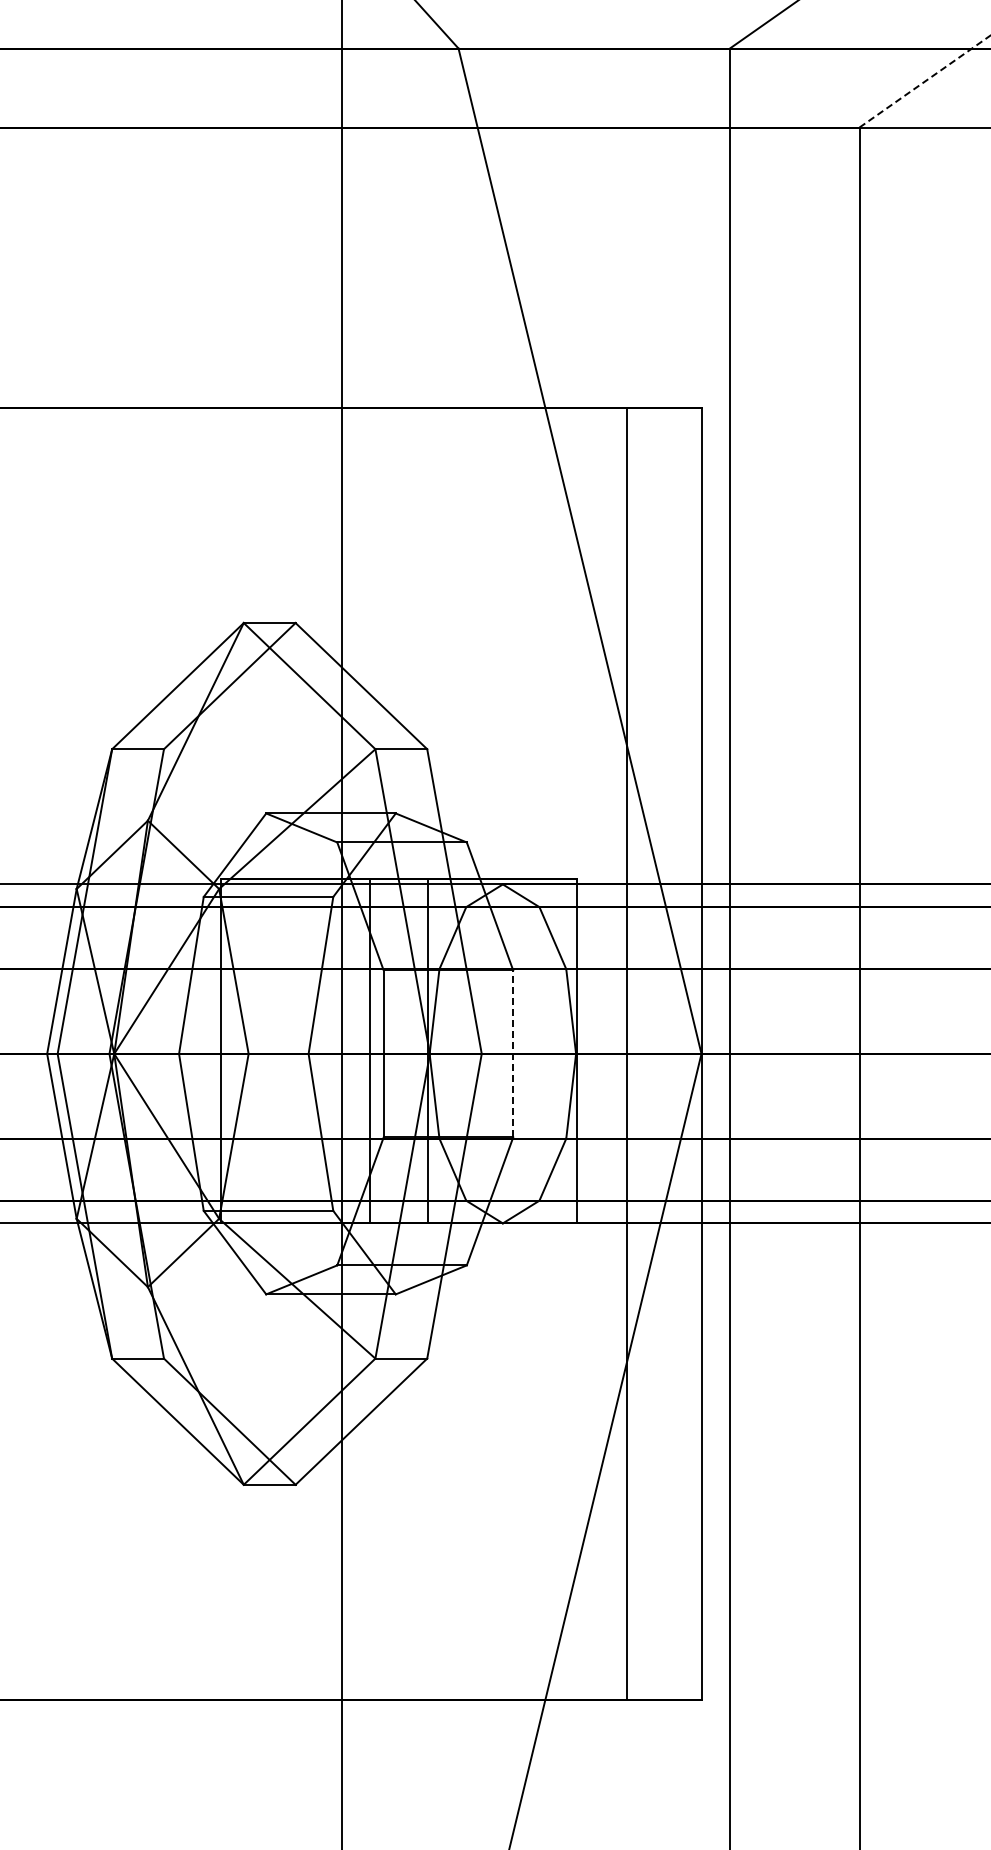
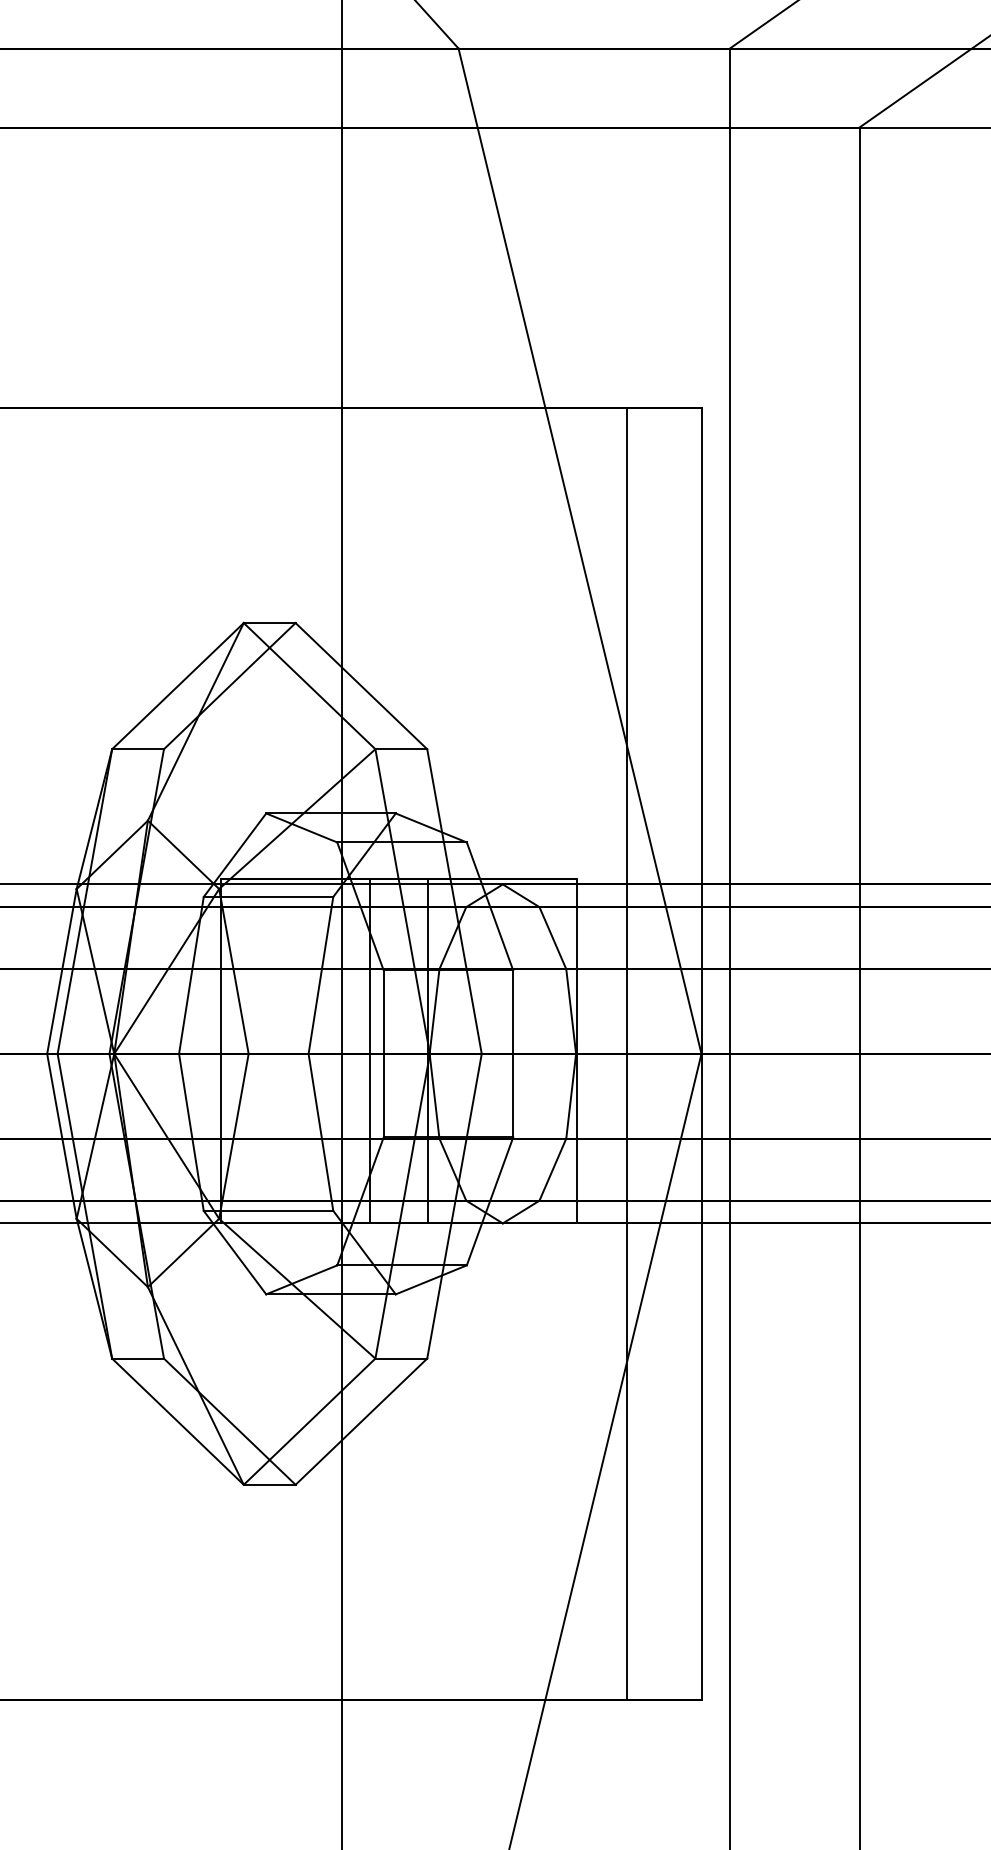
line at (924, 81): dashed -> solid
line at (513, 1053): dashed -> solid
